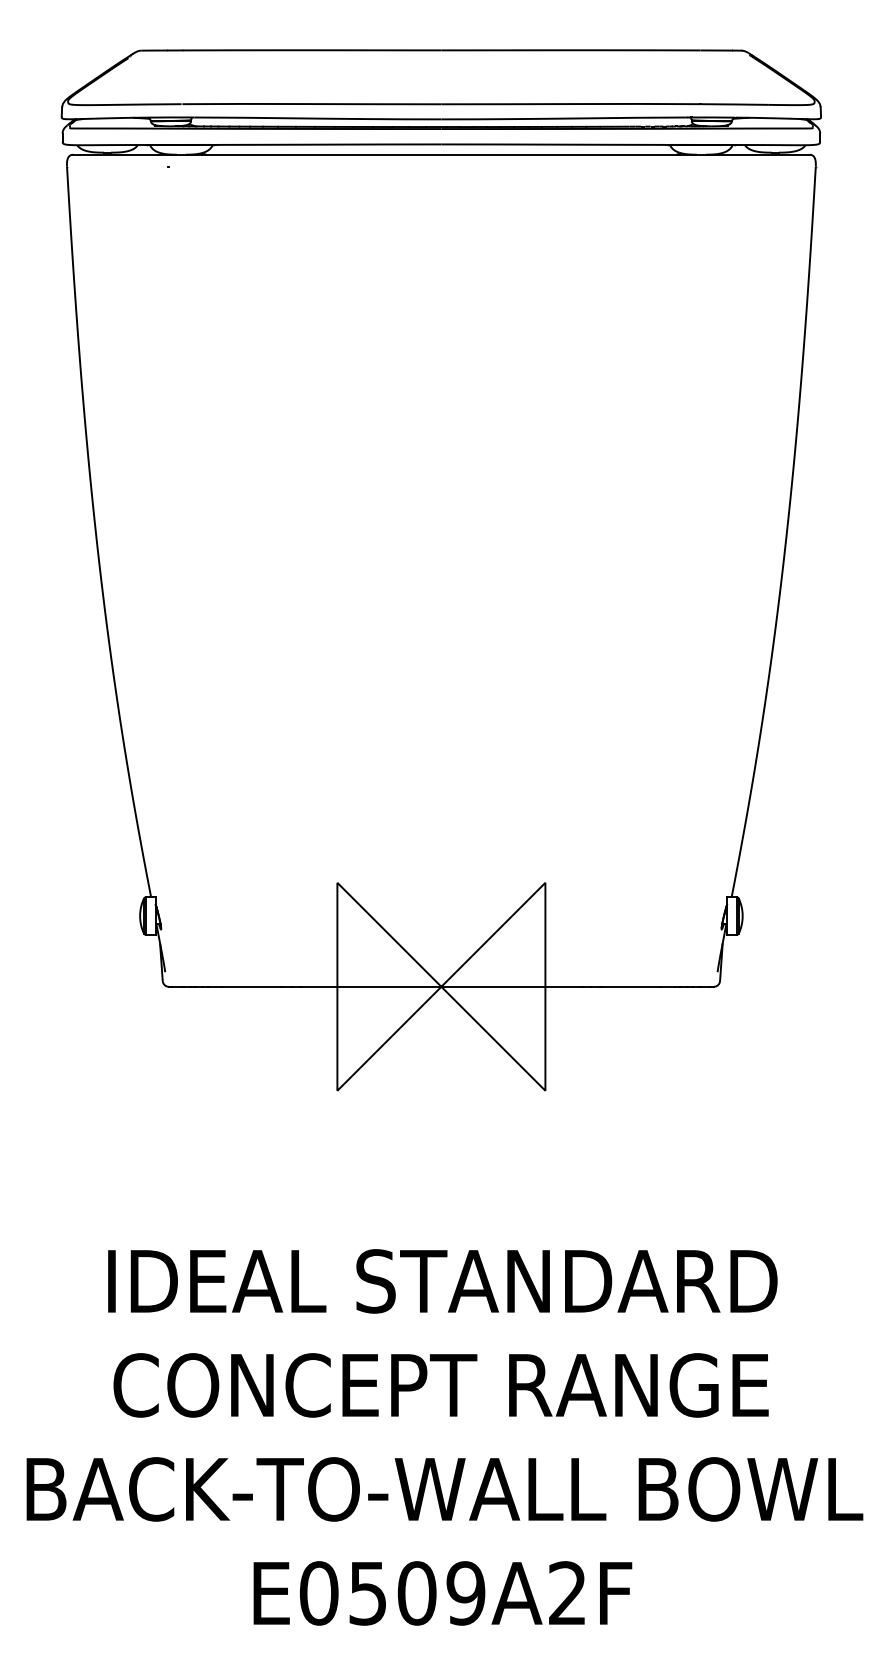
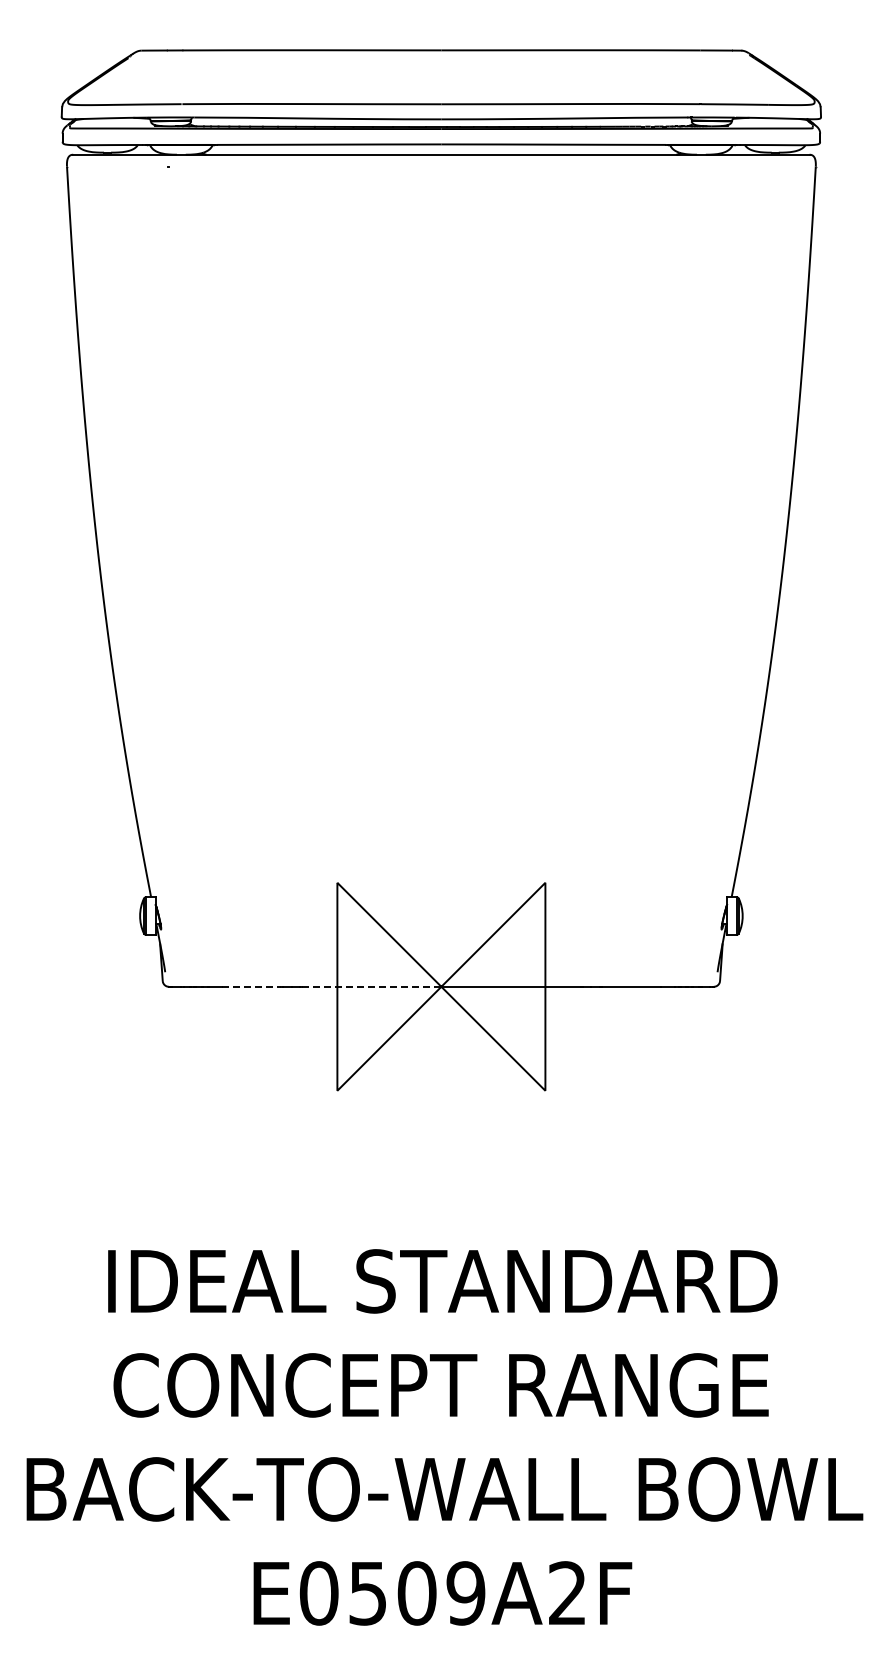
line at (252, 986): solid -> dashed
line at (371, 986): solid -> dashed
